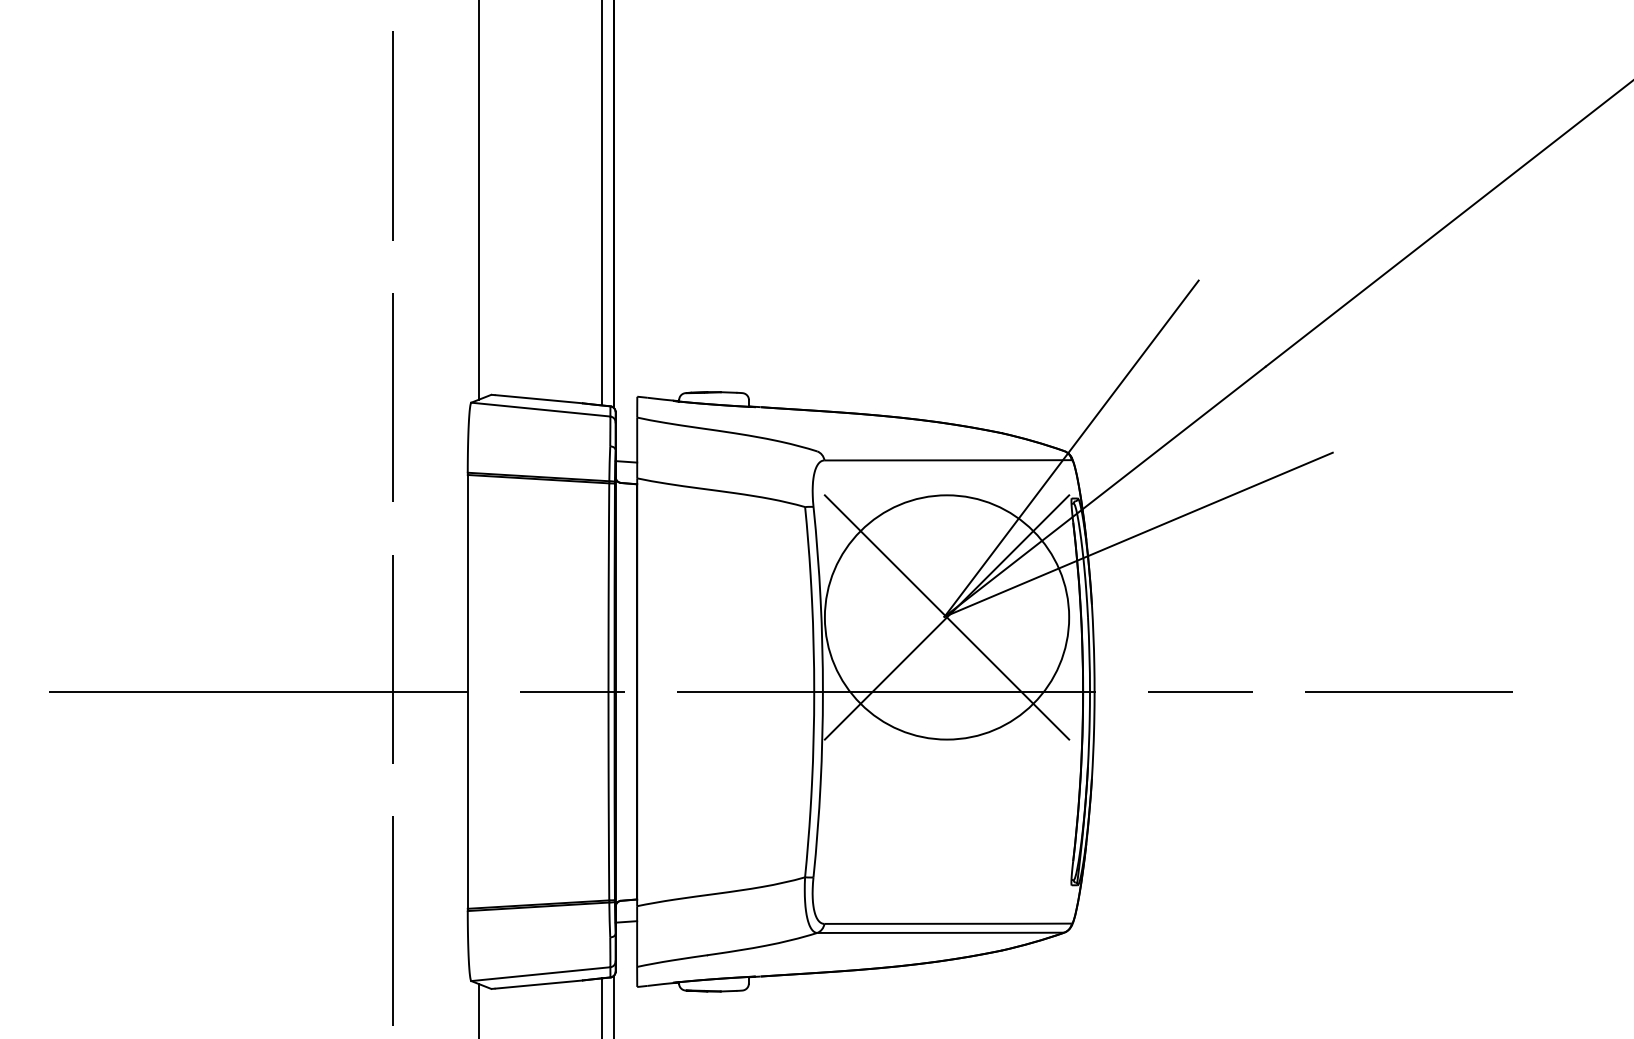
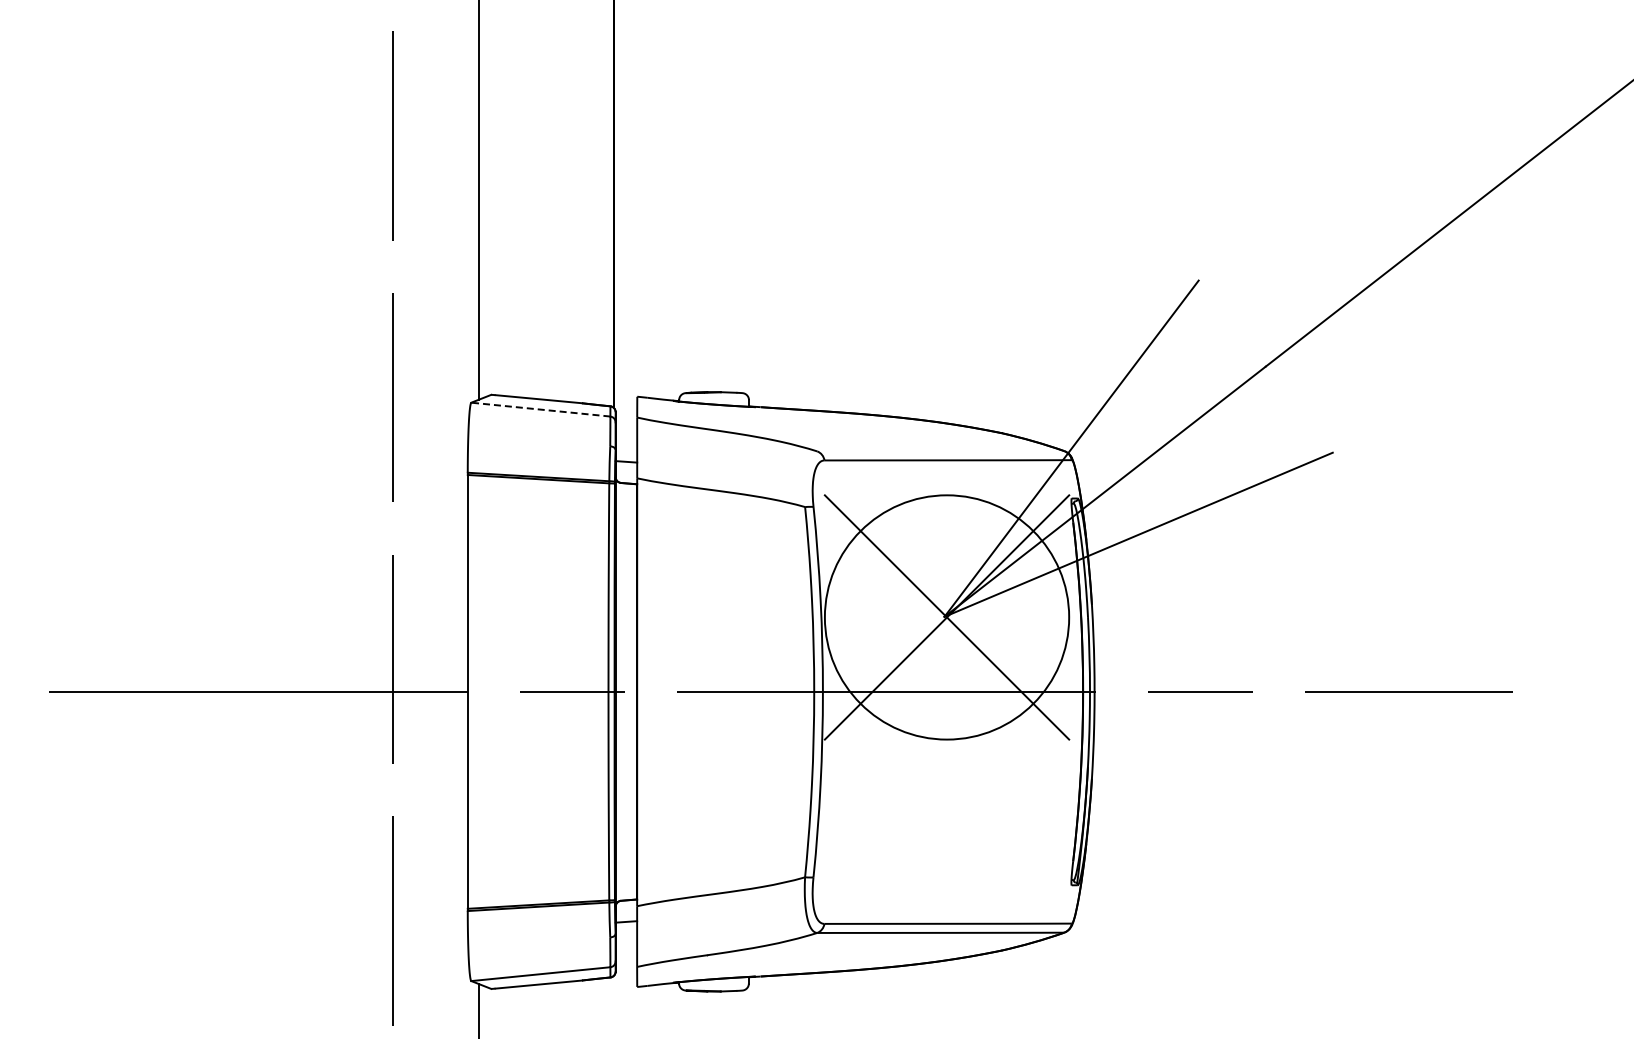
line at (602, 203): present -> none
line at (540, 409): solid -> dashed
line at (613, 1005): present -> none
line at (602, 1006): present -> none
